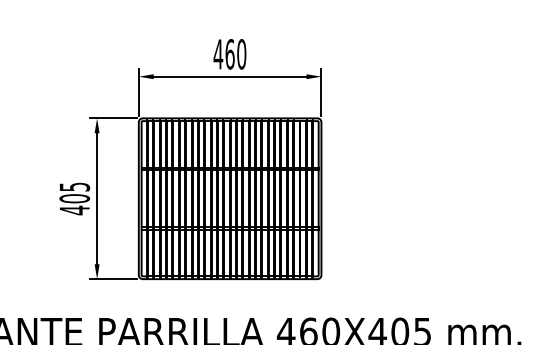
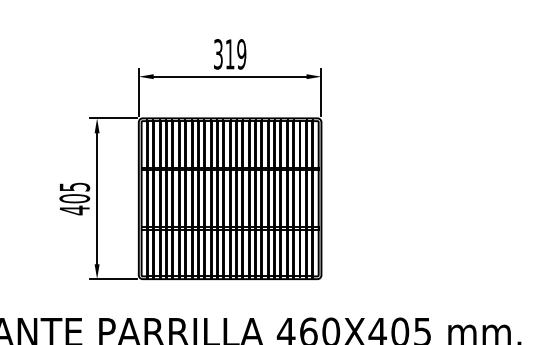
text at (229, 54): 460 -> 319
